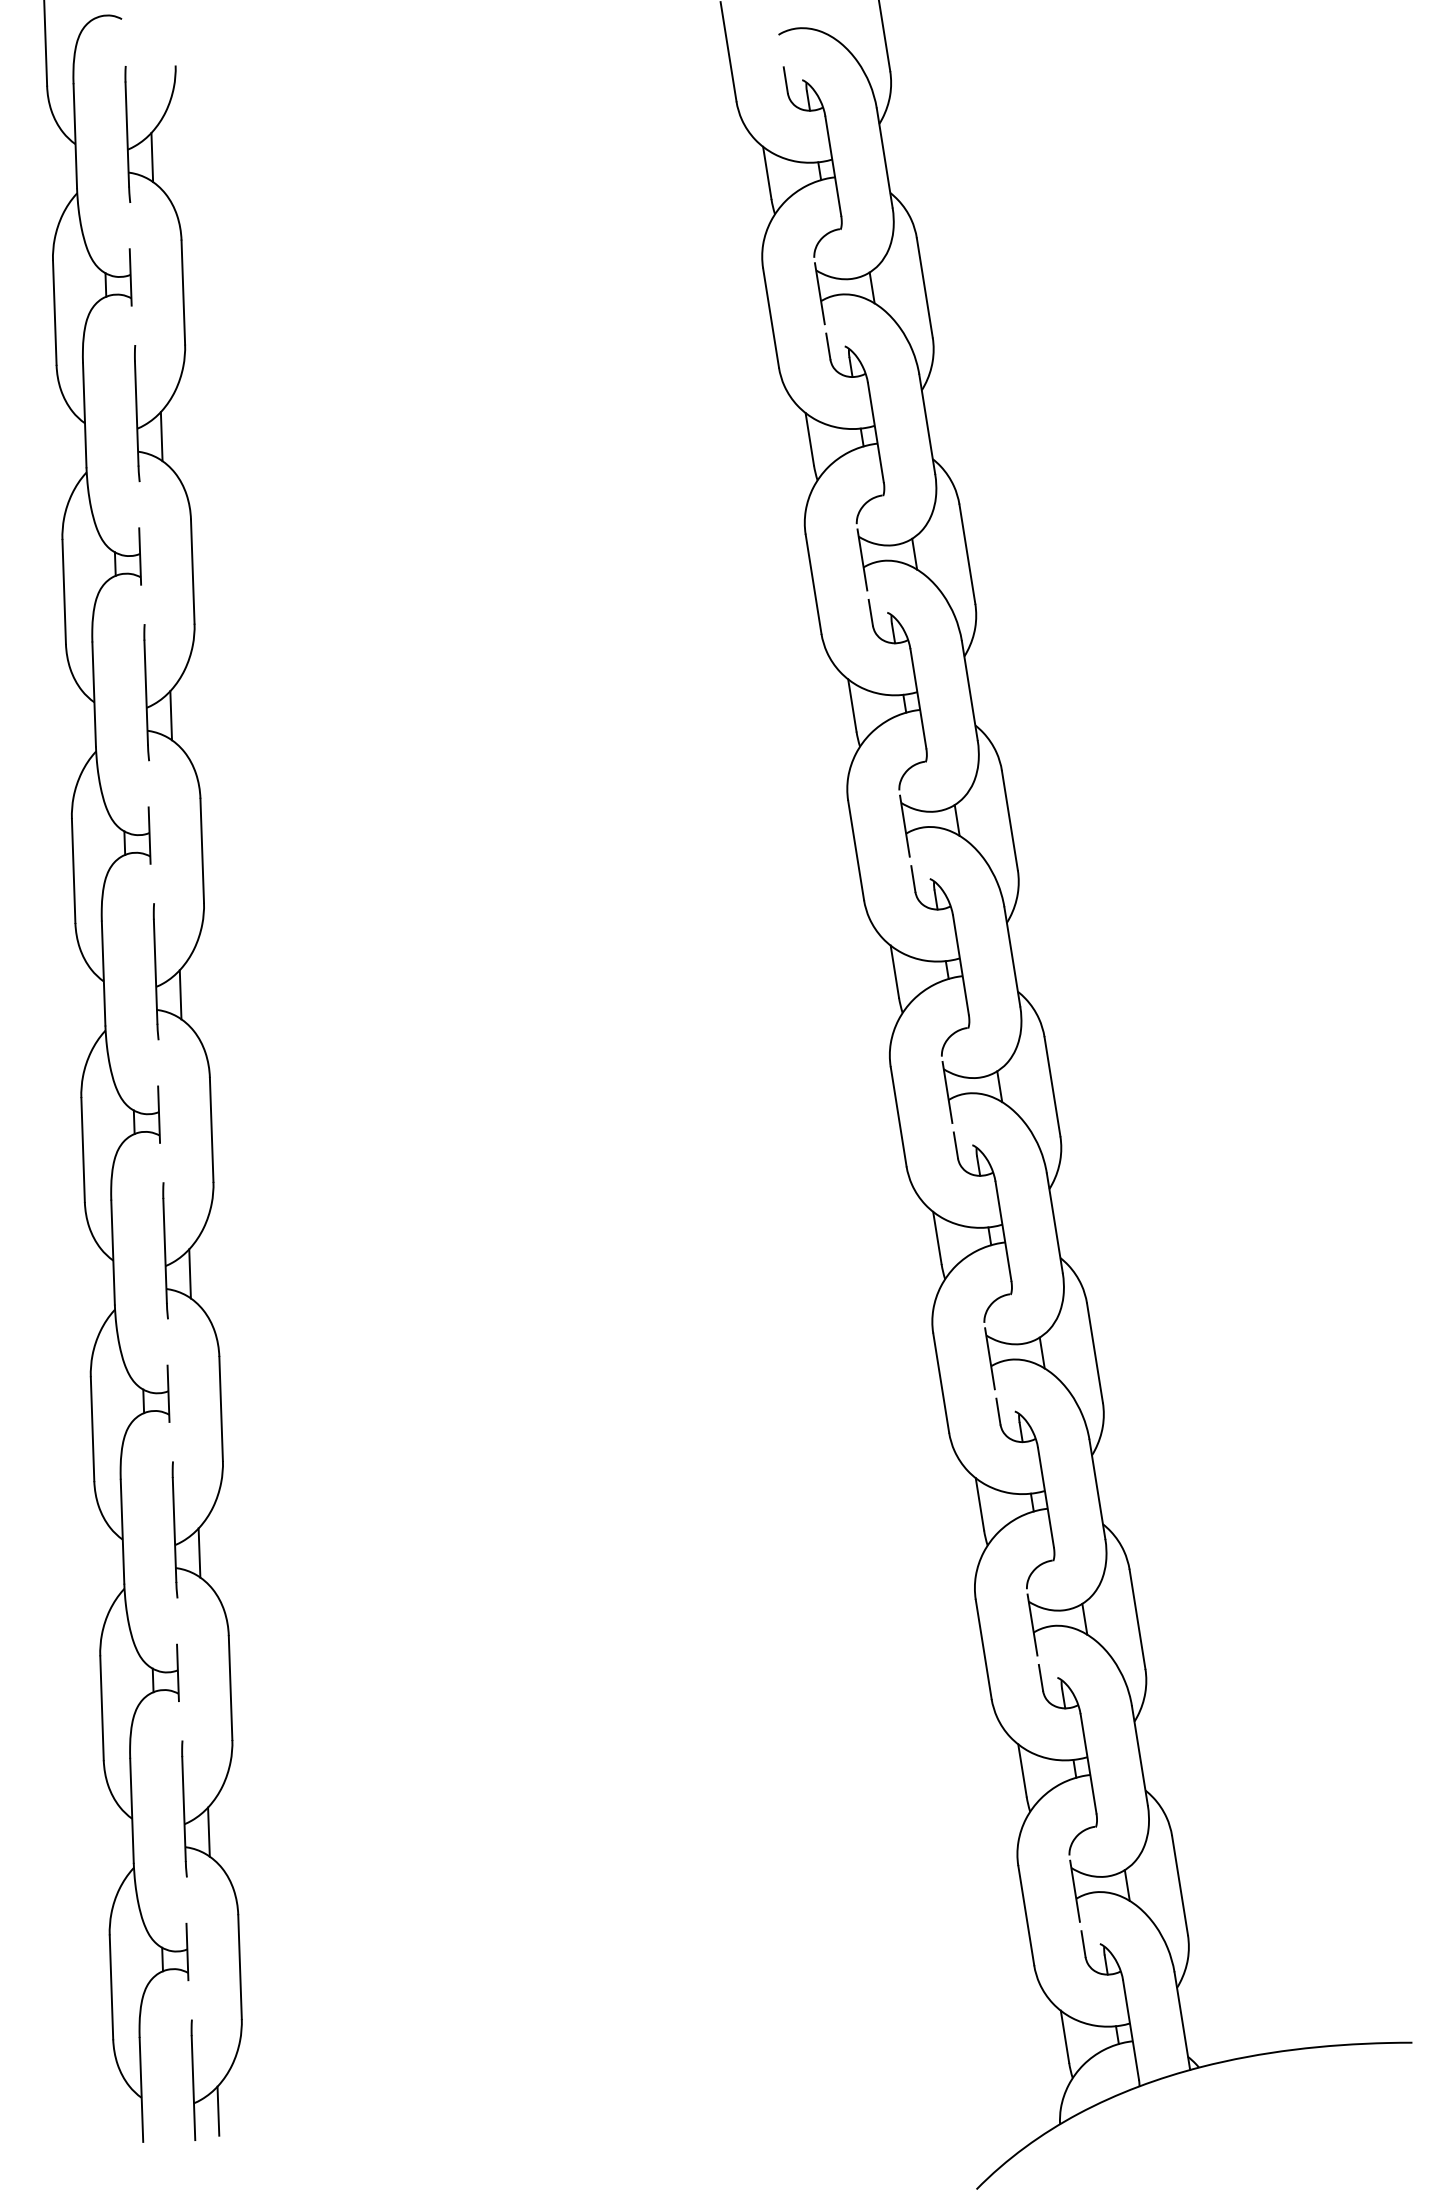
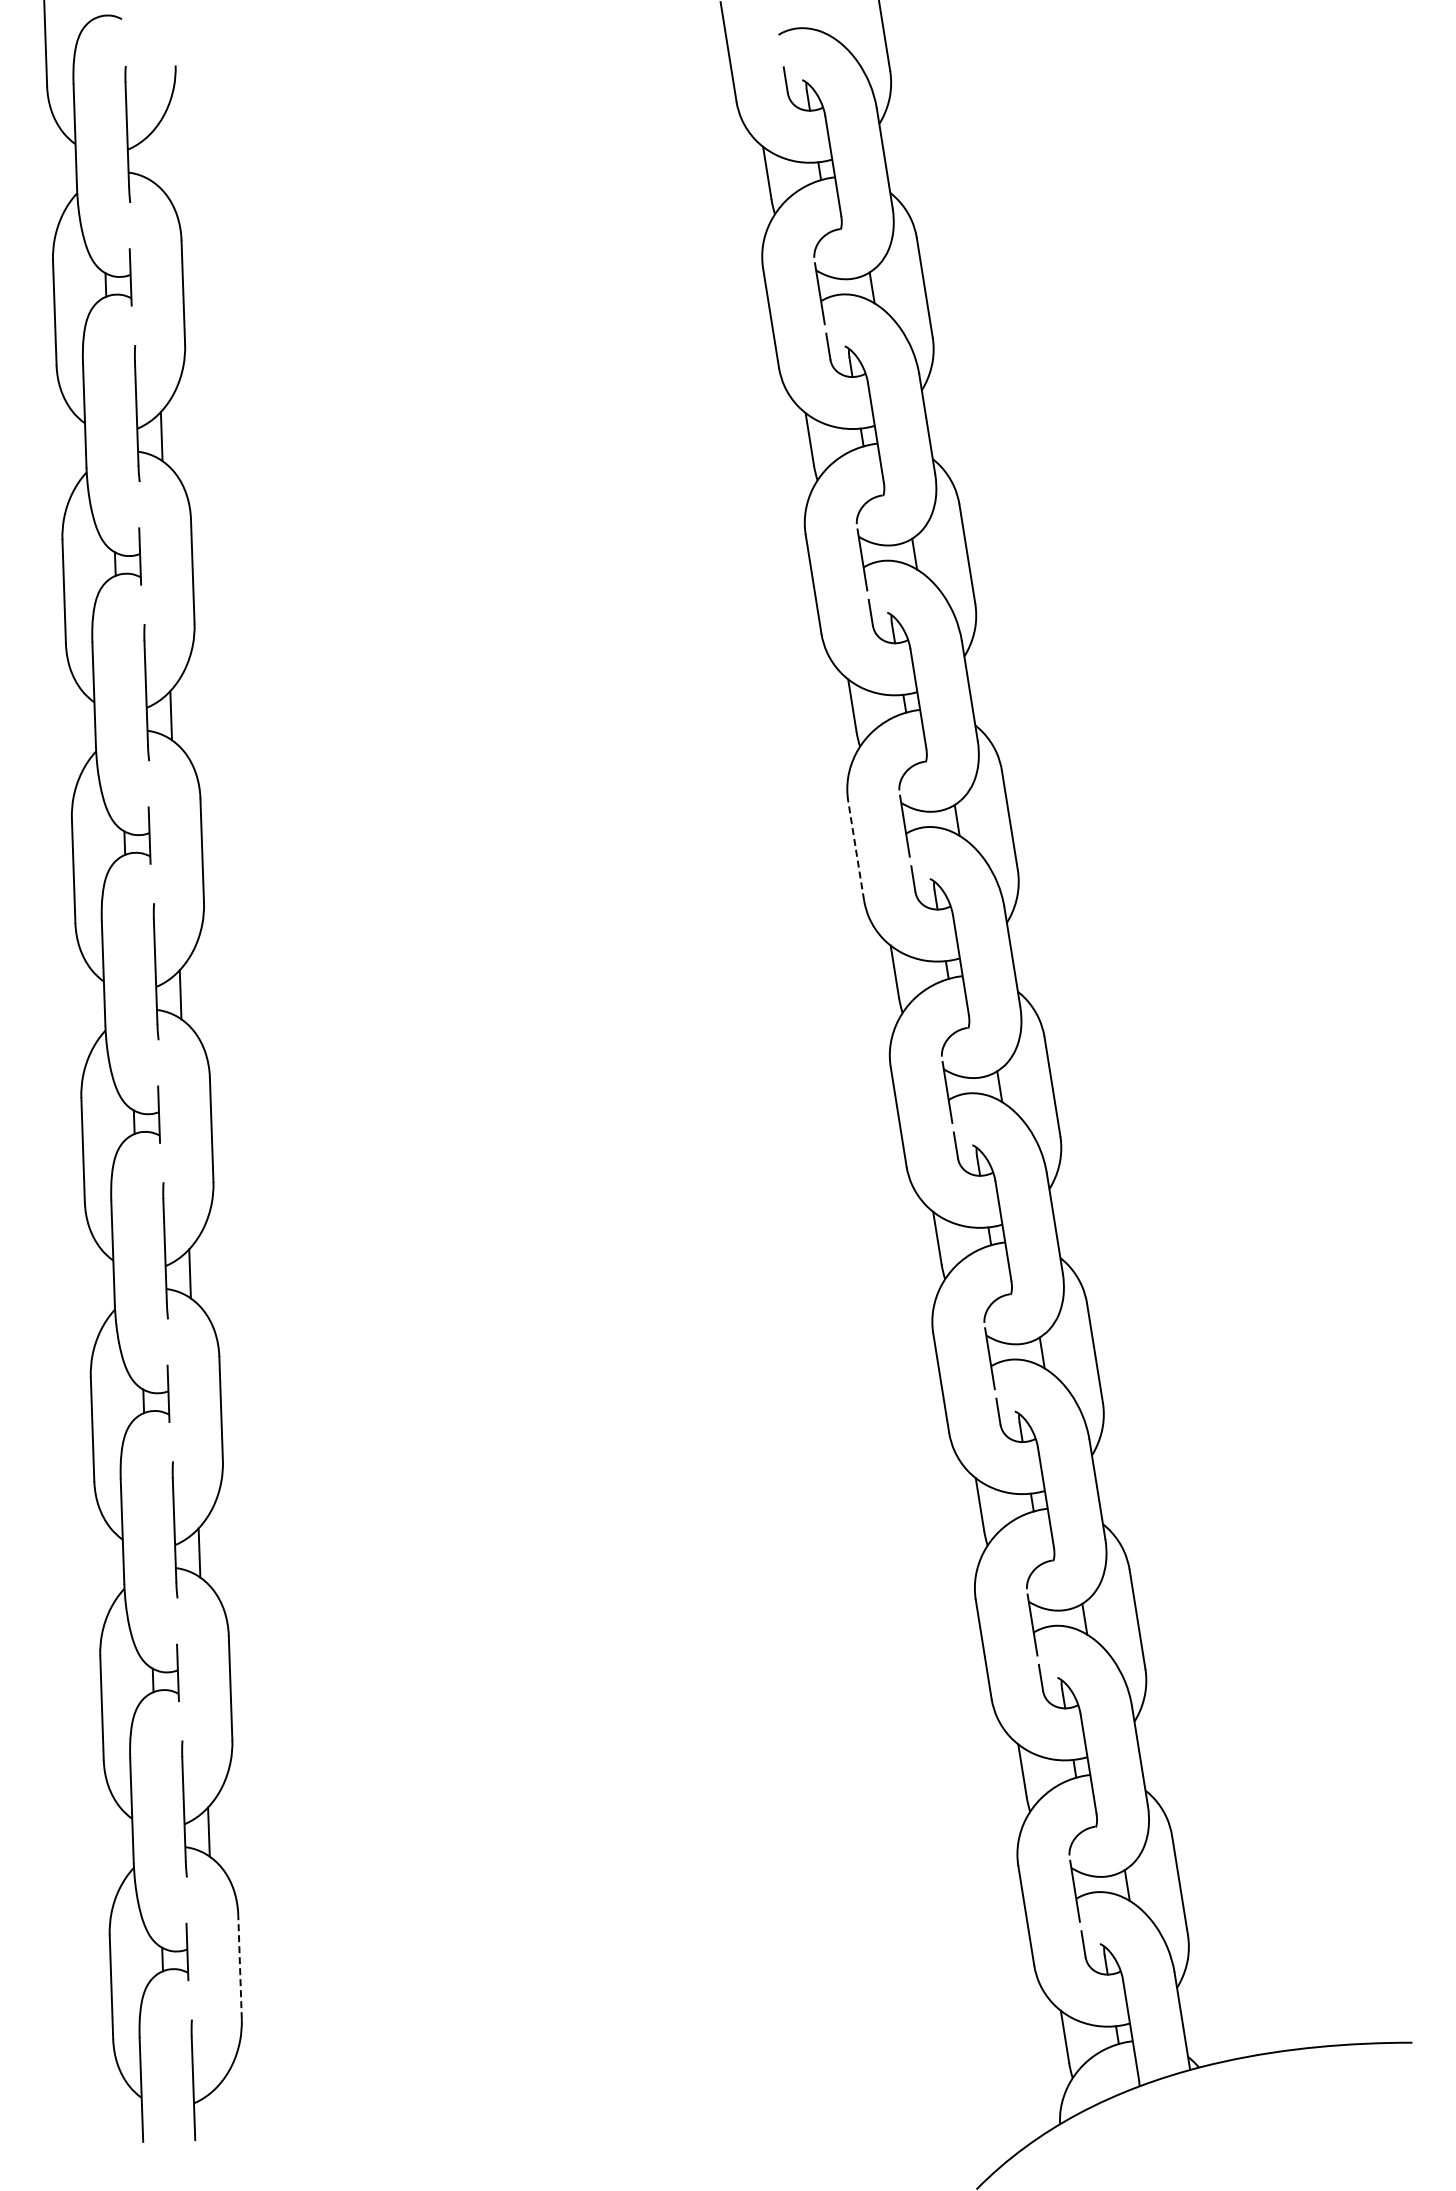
line at (152, 157): present -> none
line at (856, 850): solid -> dashed
line at (240, 1966): solid -> dashed
line at (218, 2110): present -> none
